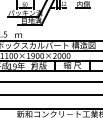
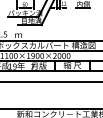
line at (50, 95): present -> none
